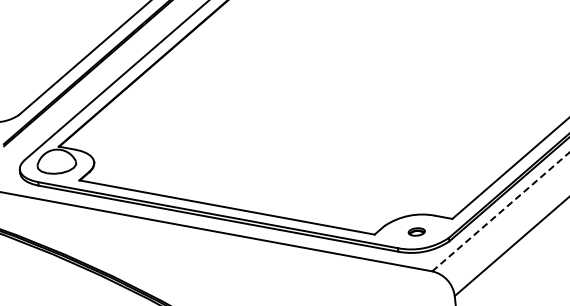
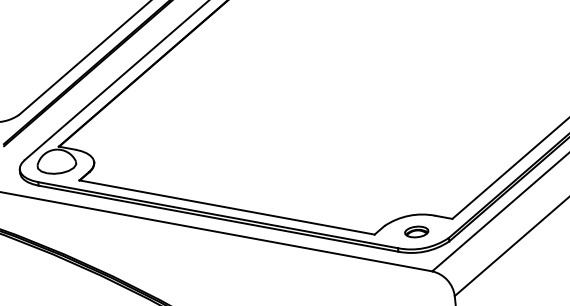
line at (501, 211): dashed -> solid
part at (416, 231) size: 19x10 px -> 26x14 px
